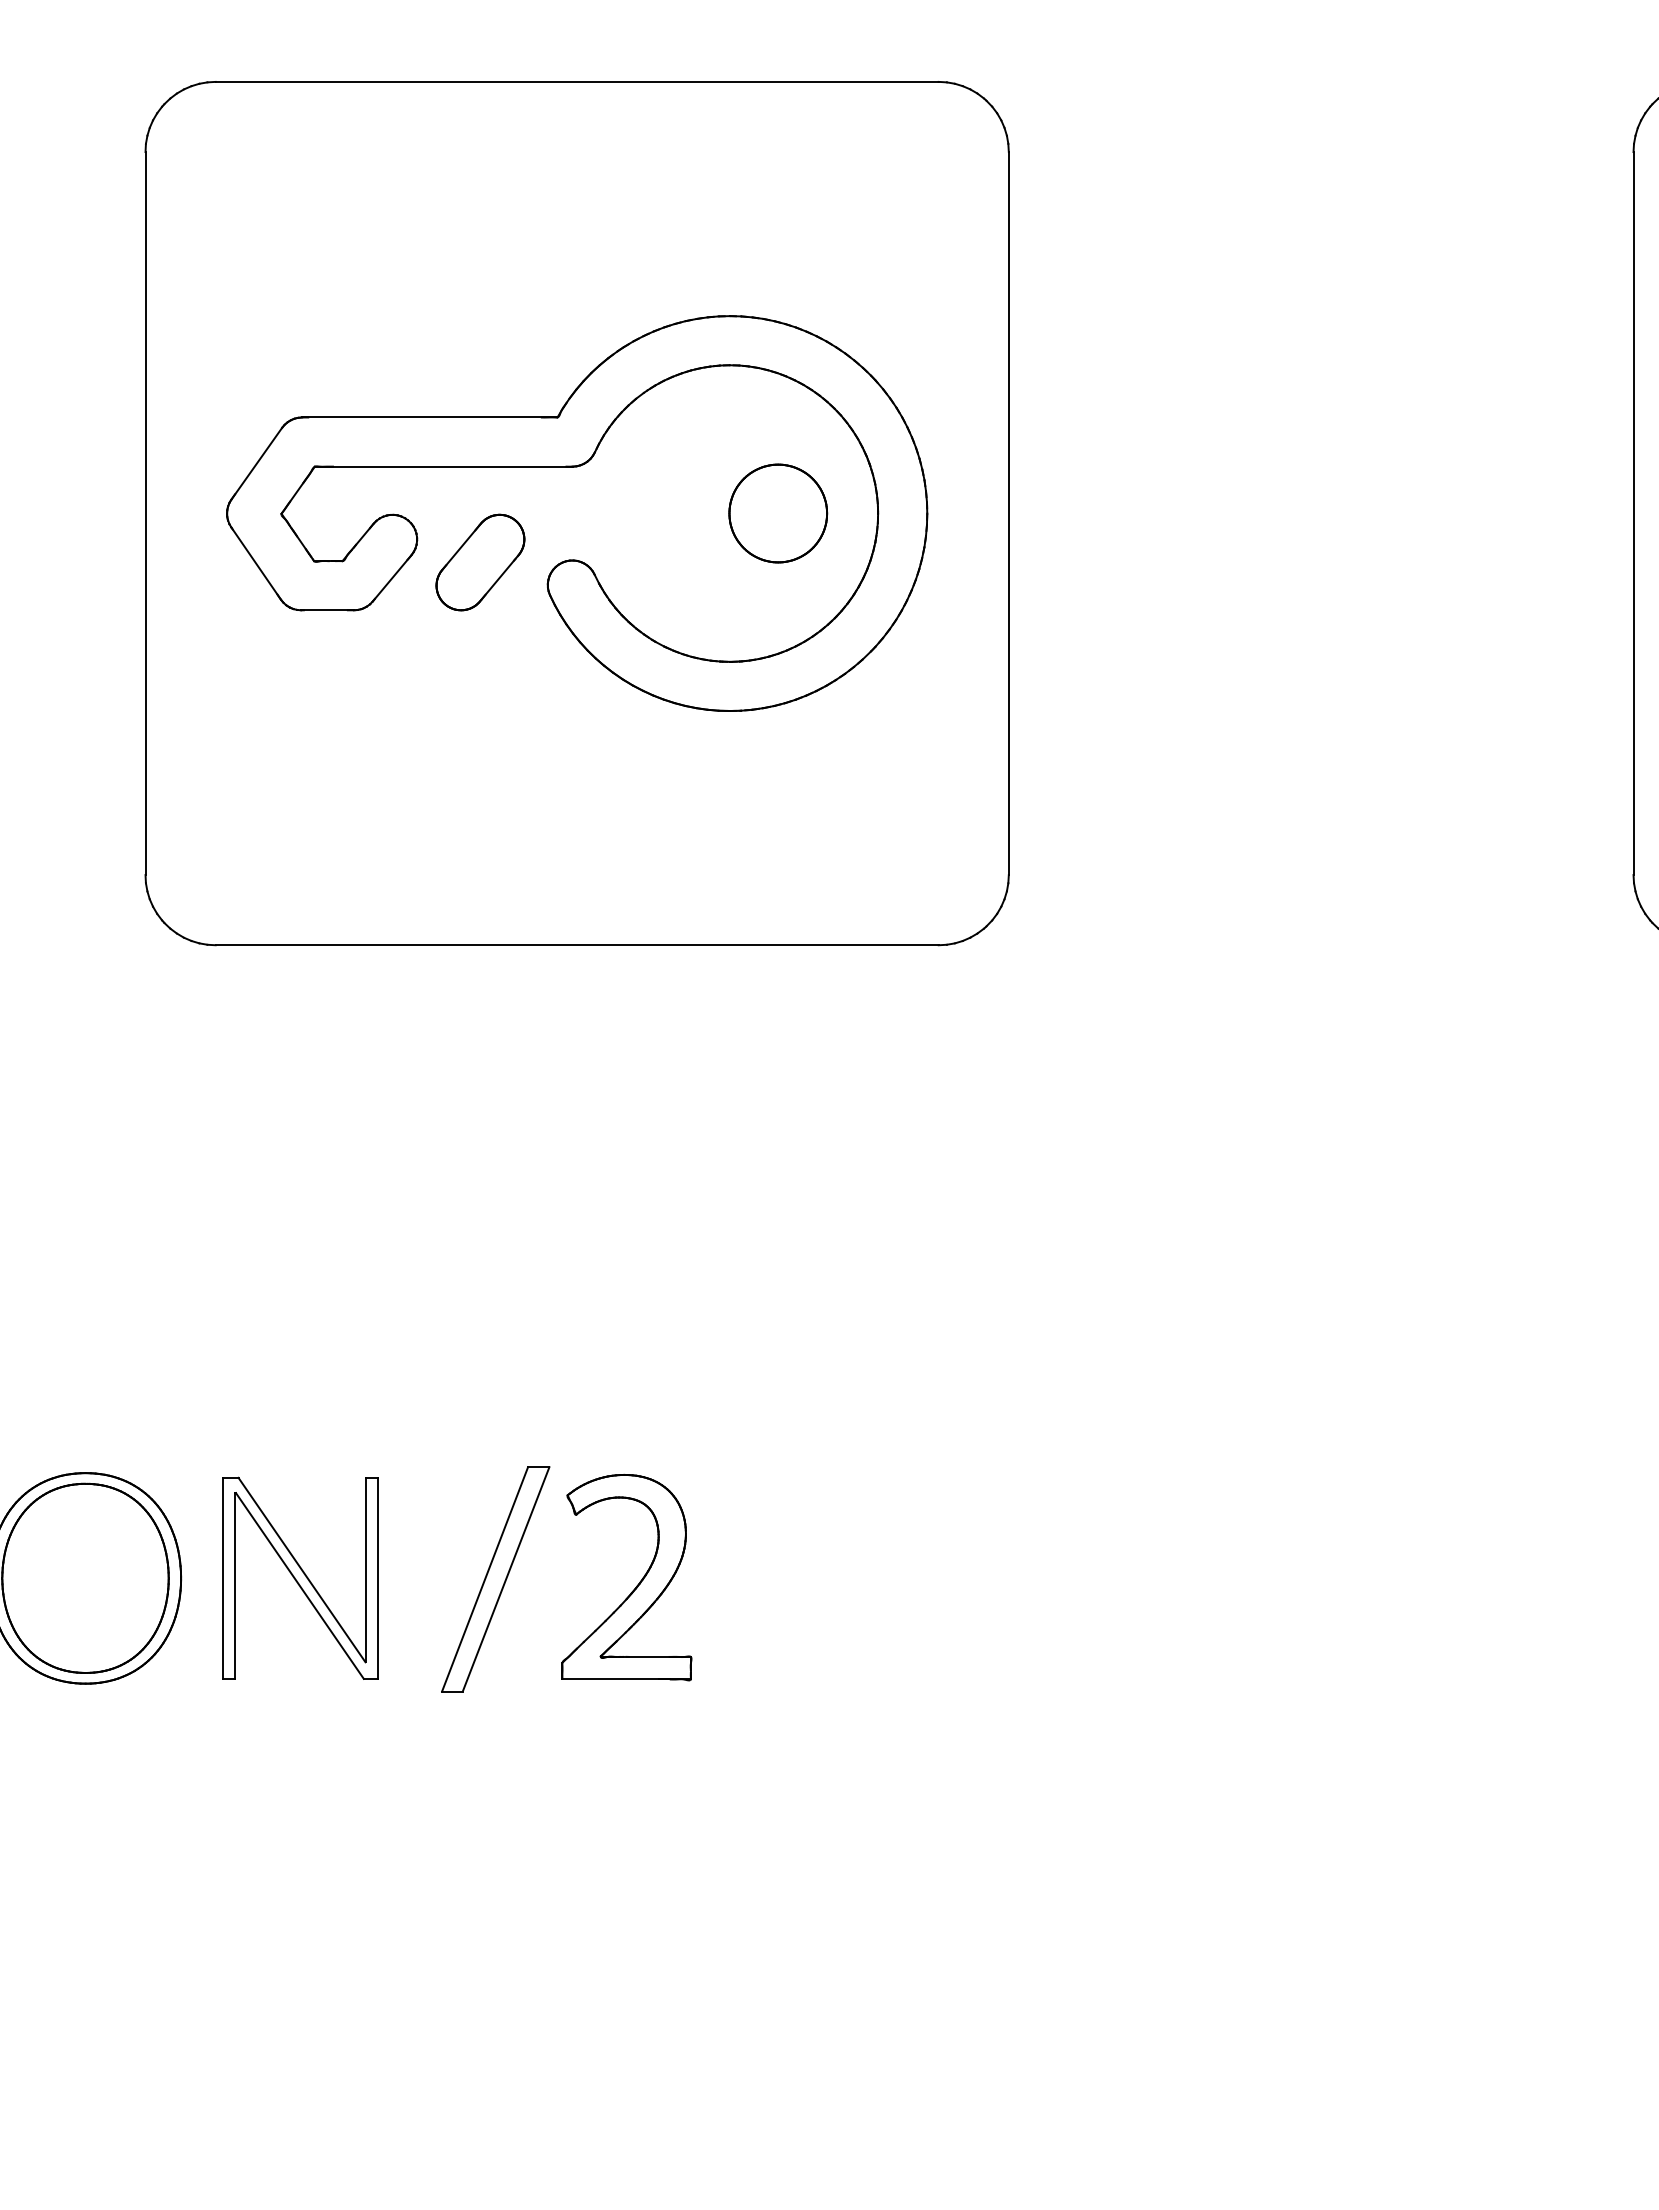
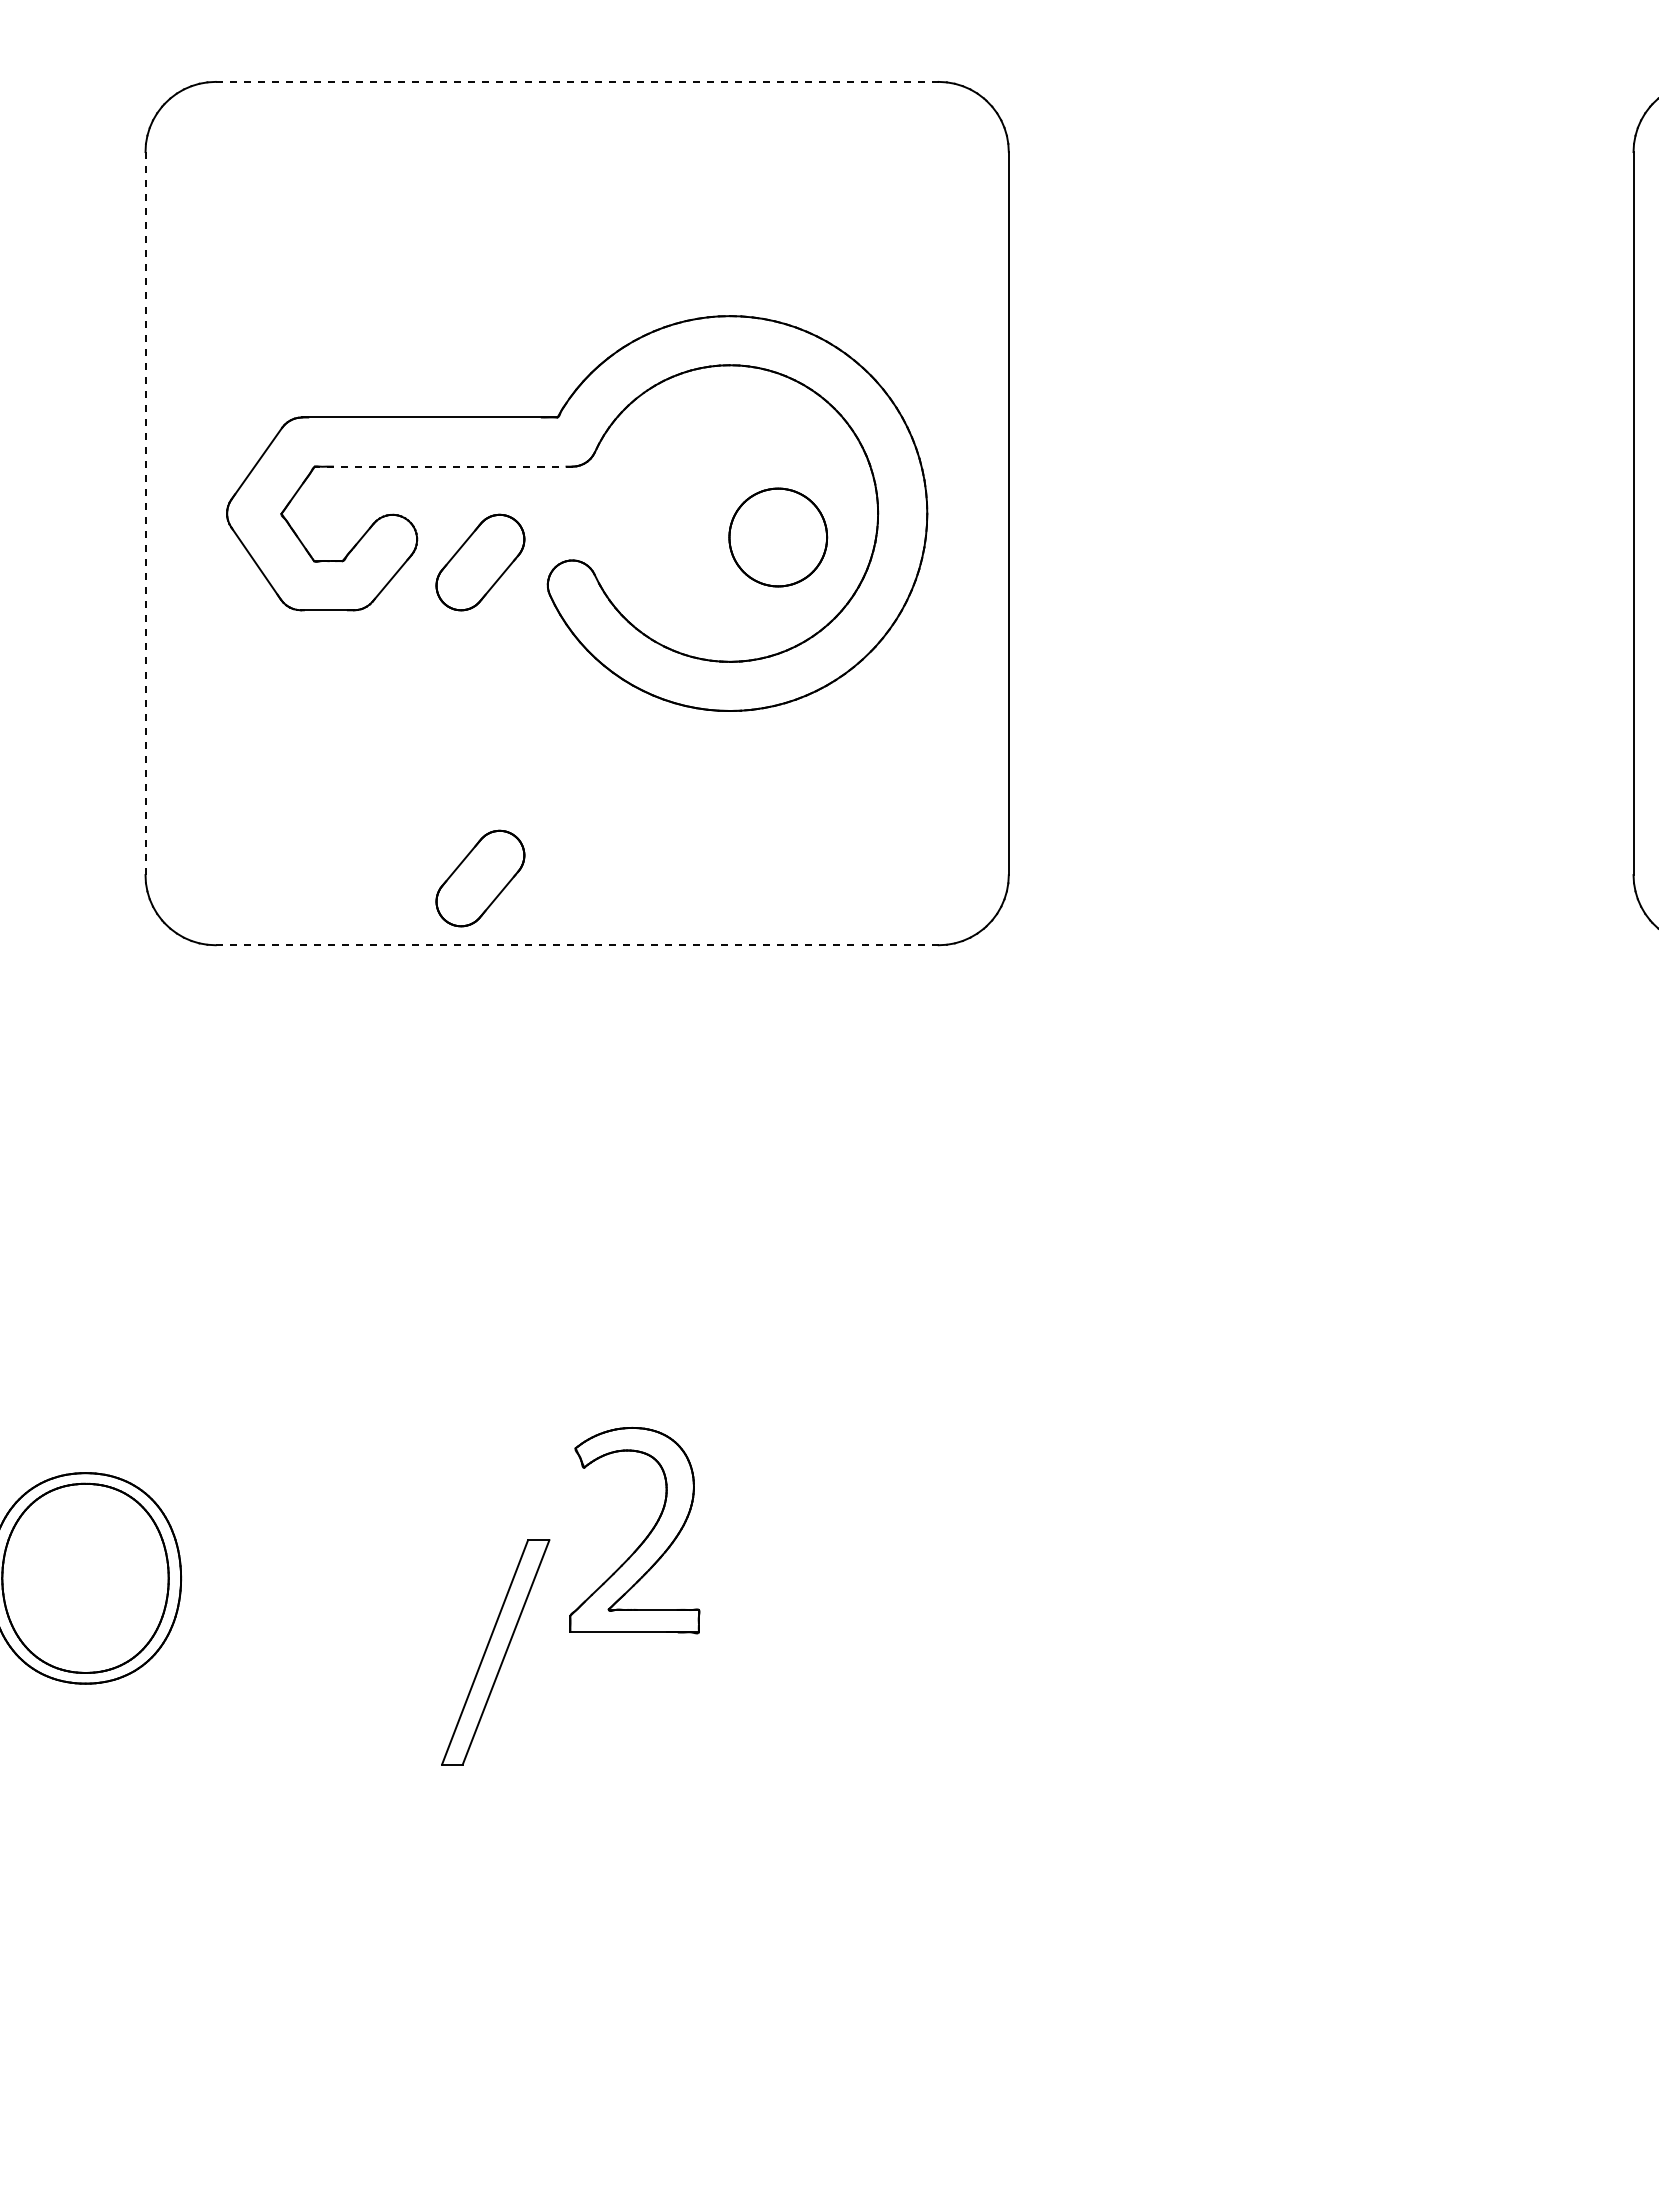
line at (577, 81): solid -> dashed
line at (443, 466): solid -> dashed
line at (145, 513): solid -> dashed
part at (778, 513) position: (778, 513) -> (778, 537)
part at (480, 878): none -> present
line at (577, 945): solid -> dashed
part at (300, 1577): present -> none
part at (495, 1579) position: (495, 1579) -> (495, 1652)
part at (636, 1585) position: (636, 1585) -> (644, 1538)
